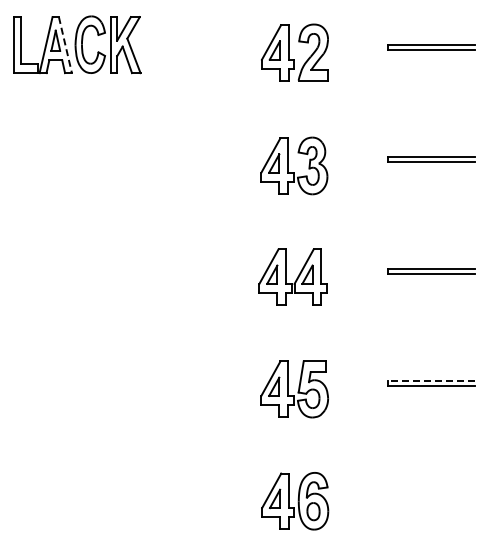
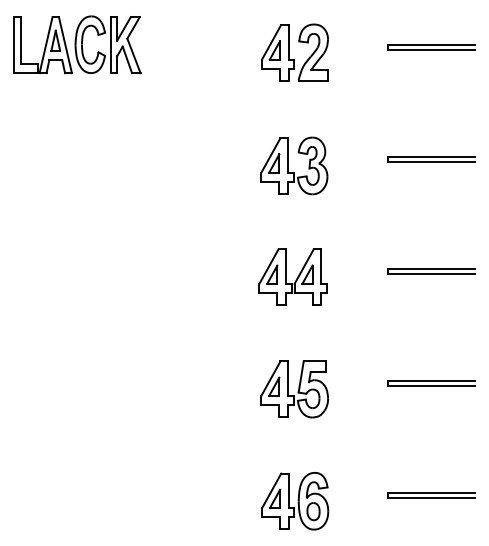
line at (65, 45): dashed -> solid
line at (431, 381): dashed -> solid
part at (431, 495): none -> present
